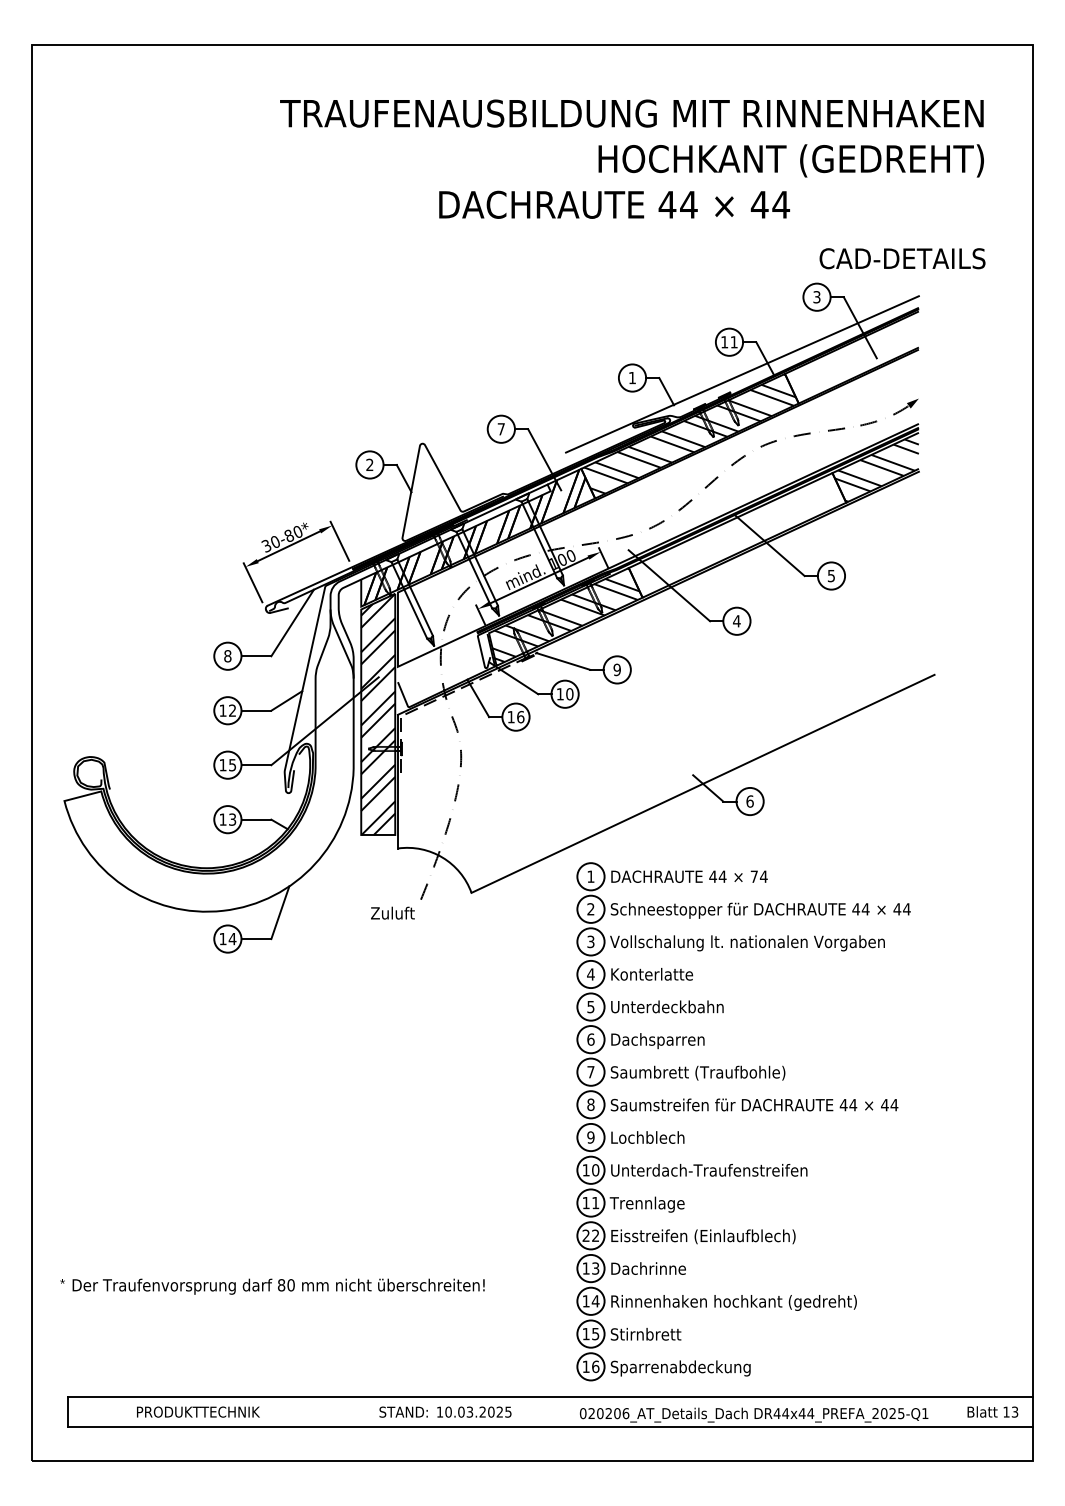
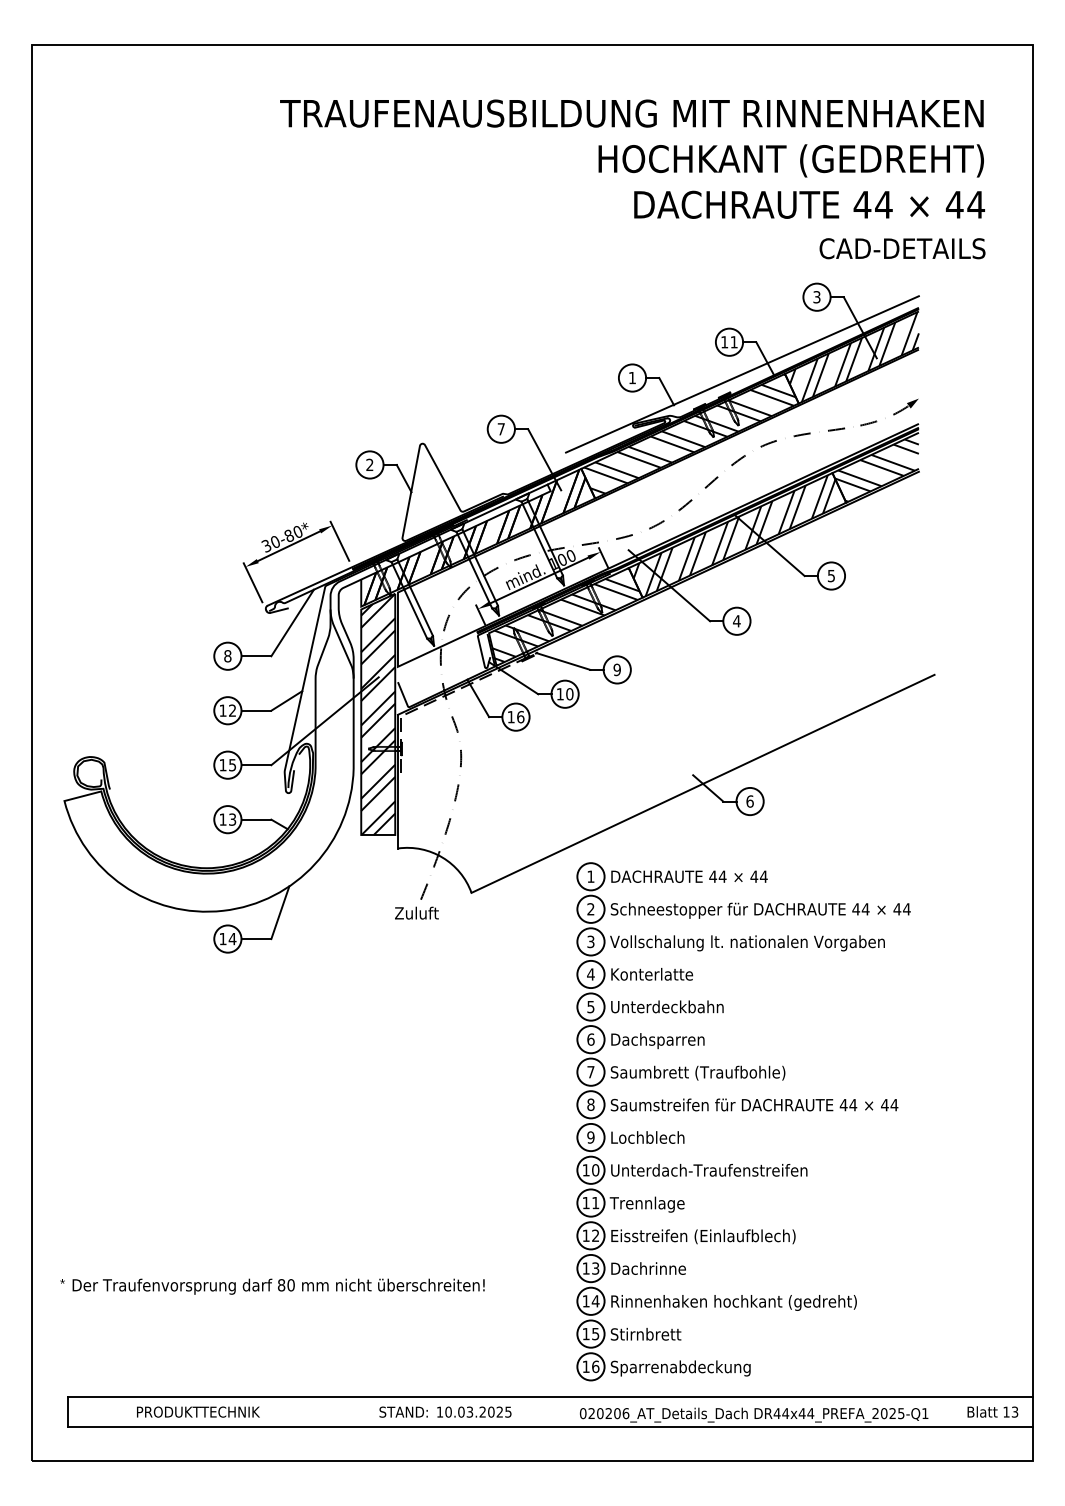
text at (614, 204) position: (614, 204) -> (809, 204)
text at (902, 258) position: (902, 258) -> (902, 248)
hatch at (853, 357): none -> present
hatch at (739, 535): none -> present
text at (754, 876): 74 -> 44
text at (392, 912) position: (392, 912) -> (416, 912)
text at (585, 1235): 22 -> 12
